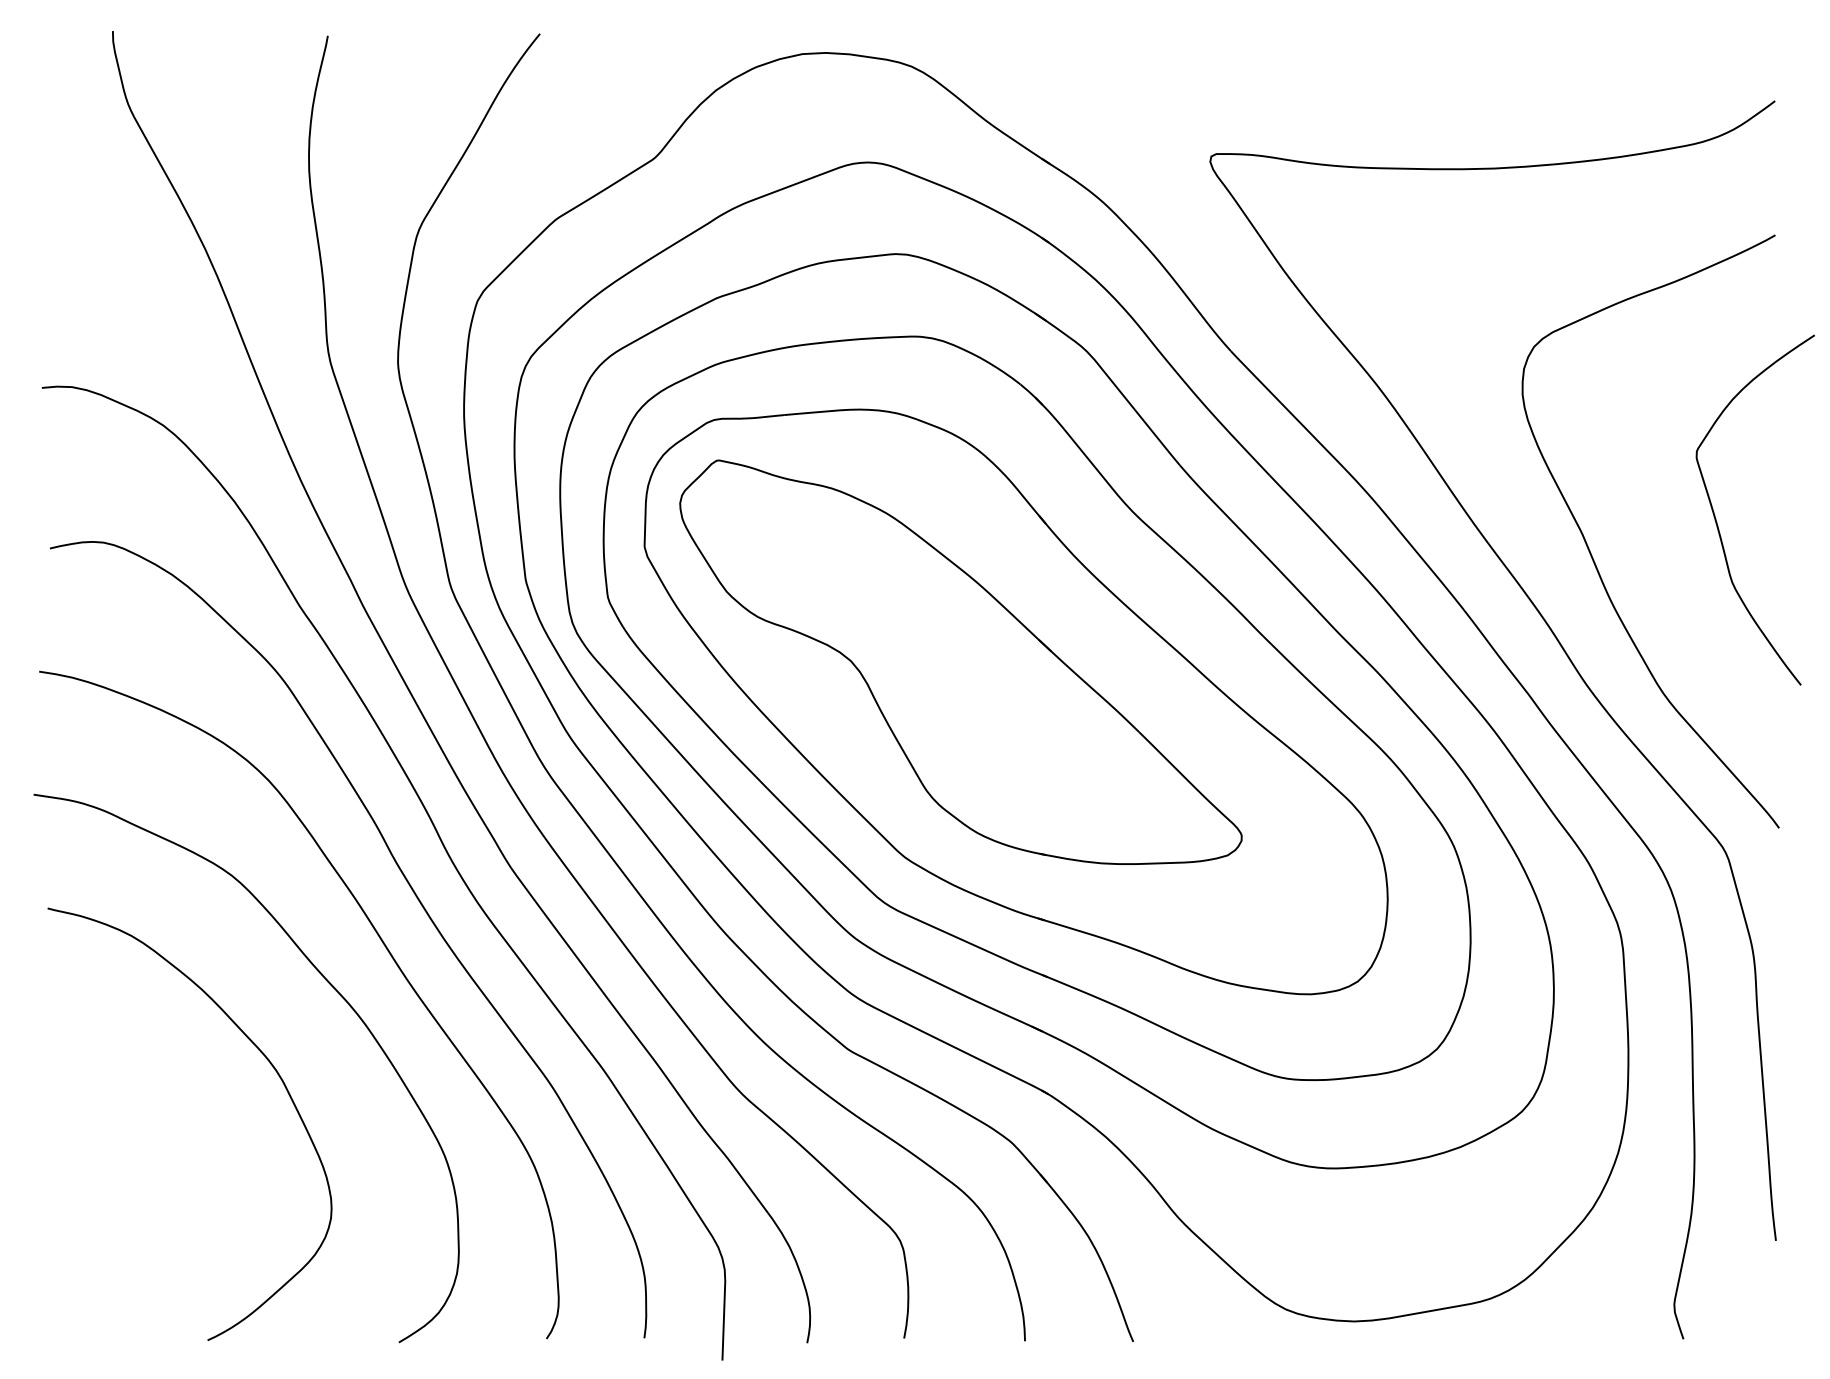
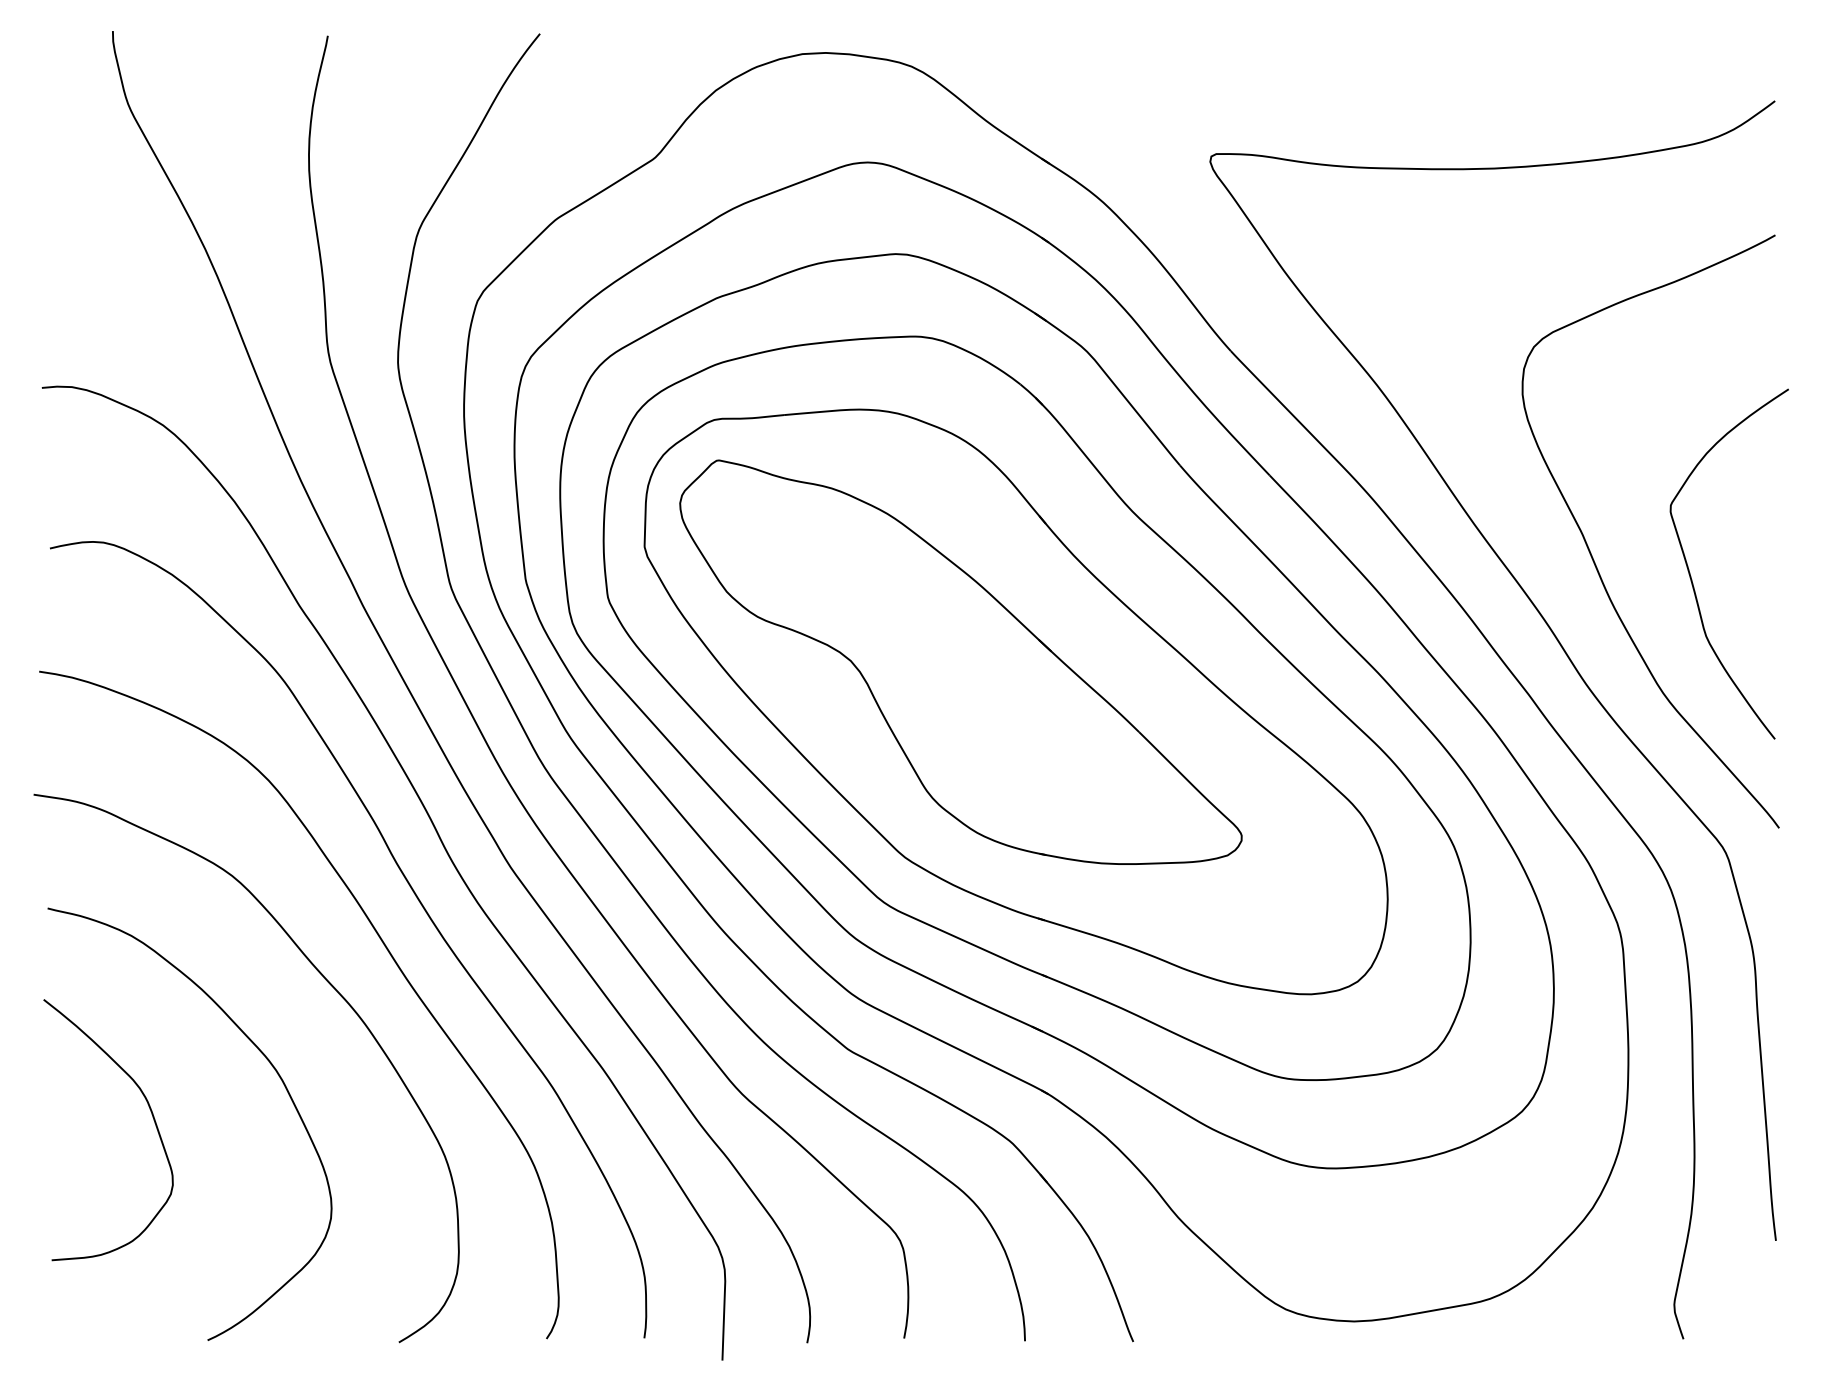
curve at (1716, 518) position: (1716, 518) -> (1690, 572)
curve at (151, 1114): none -> present
